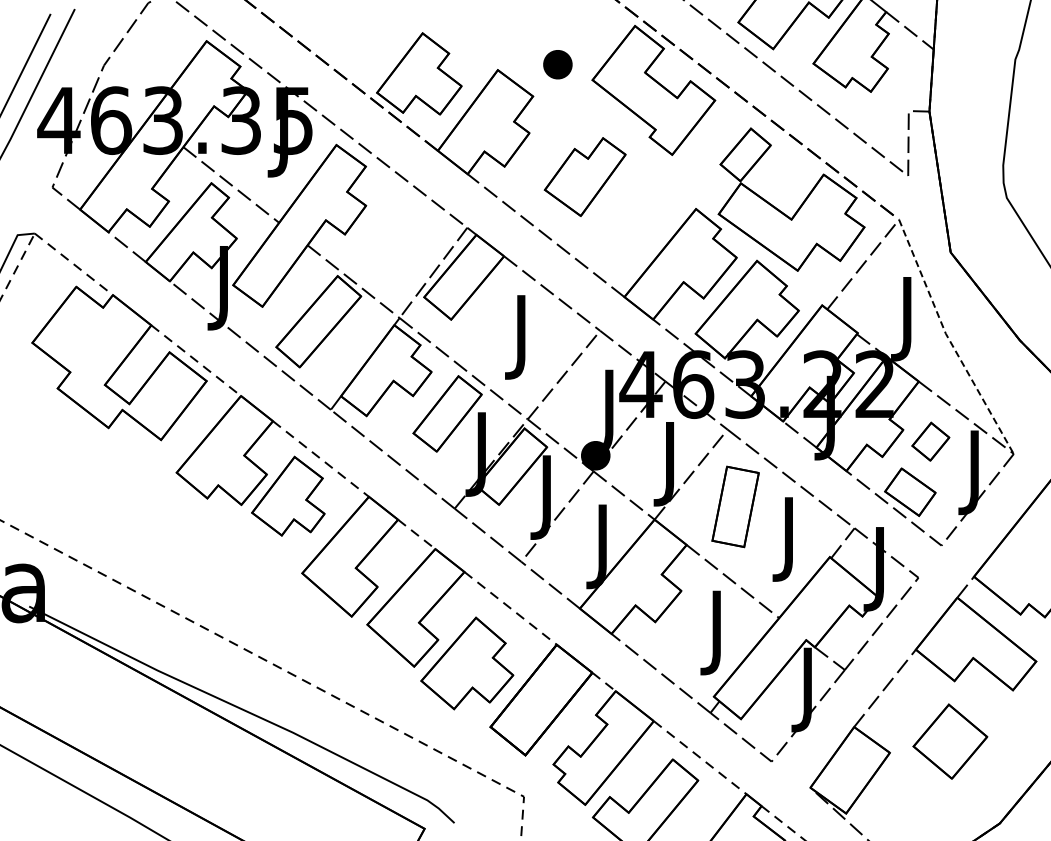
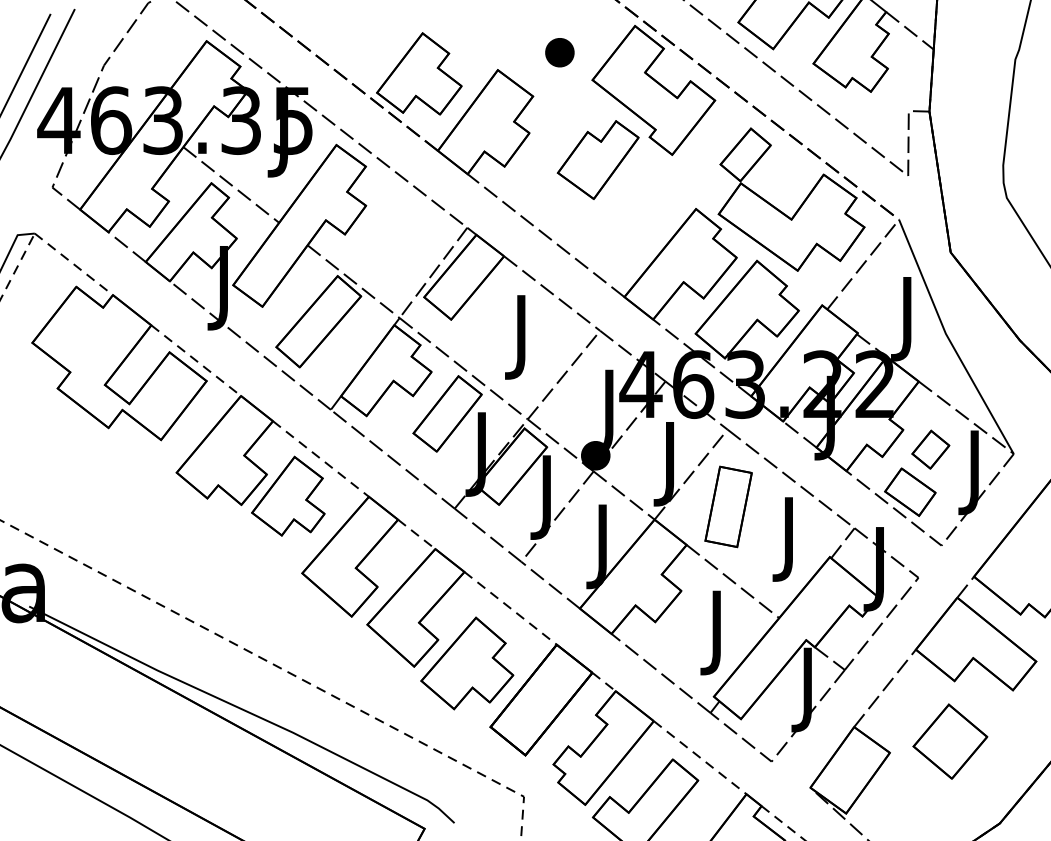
part at (557, 64) position: (557, 64) -> (559, 52)
part at (584, 176) position: (584, 176) -> (597, 159)
line at (949, 340): dashed -> solid
part at (930, 441) position: (930, 441) -> (930, 449)
part at (735, 506) position: (735, 506) -> (728, 506)
